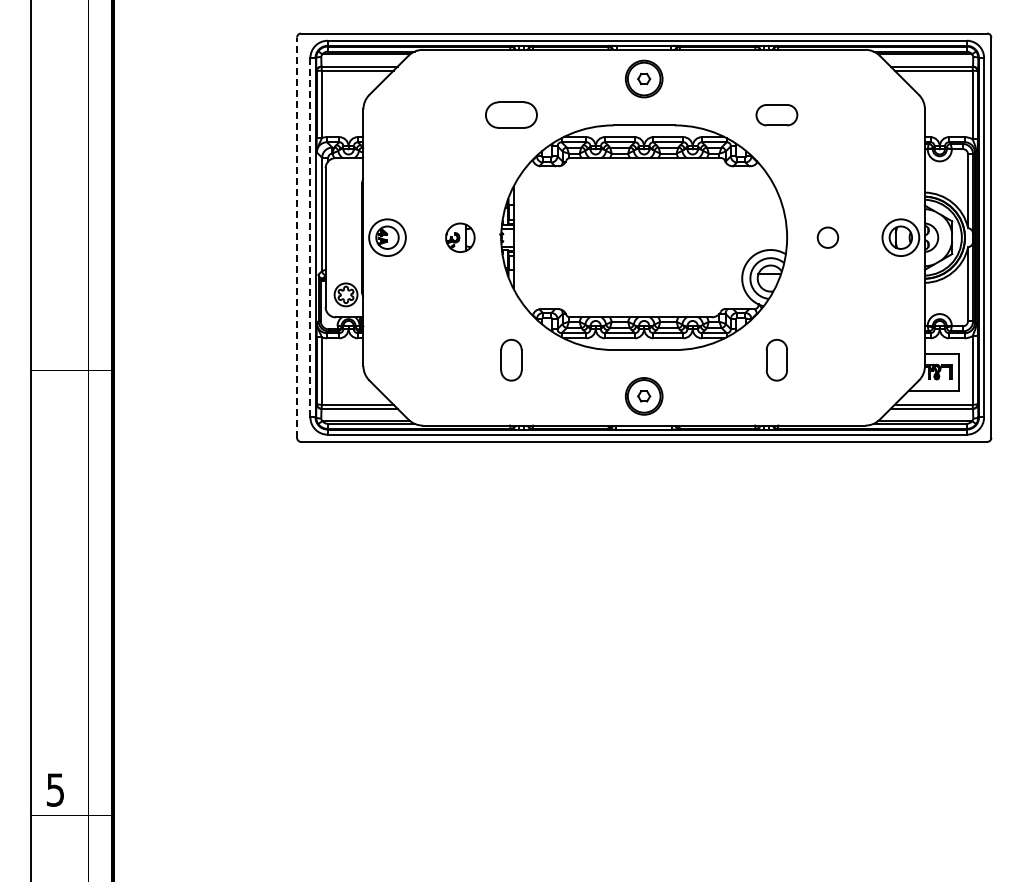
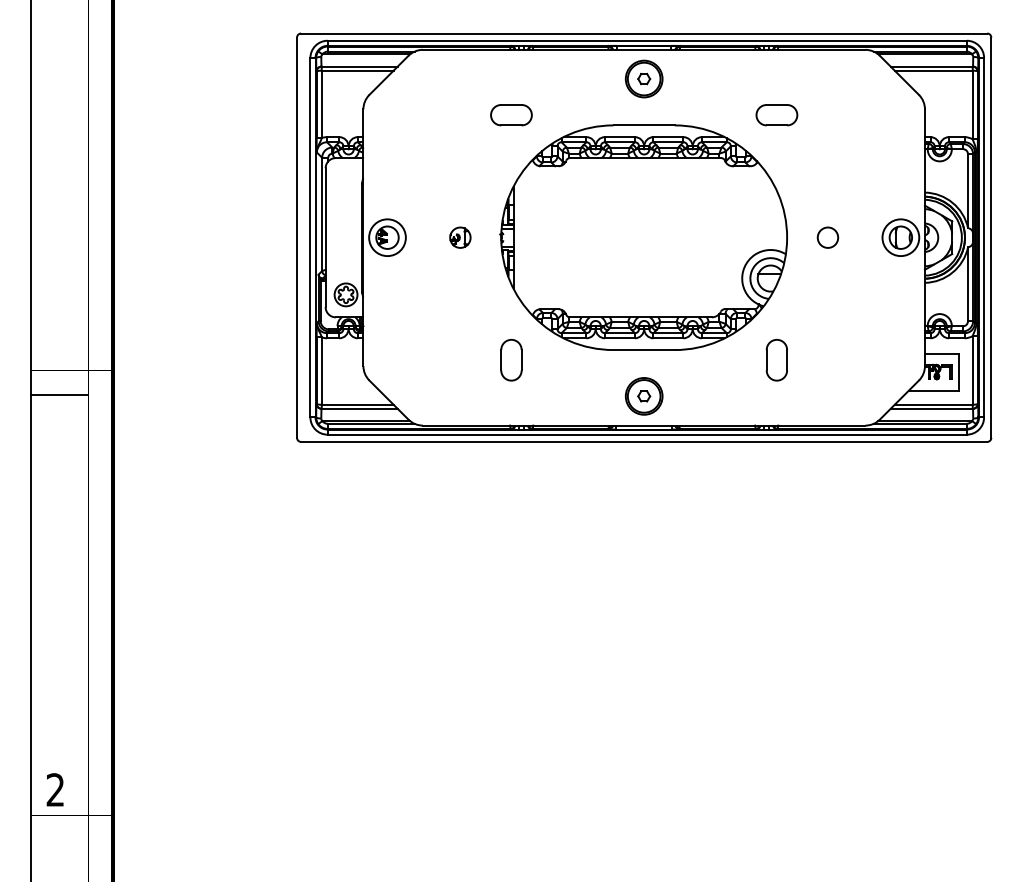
part at (511, 114) size: 53x28 px -> 43x23 px
line at (297, 237): dashed -> solid
line at (310, 237): dashed -> solid
part at (460, 237) size: 31x31 px -> 23x23 px
line at (58, 394): none -> present
text at (54, 789): 5 -> 2
